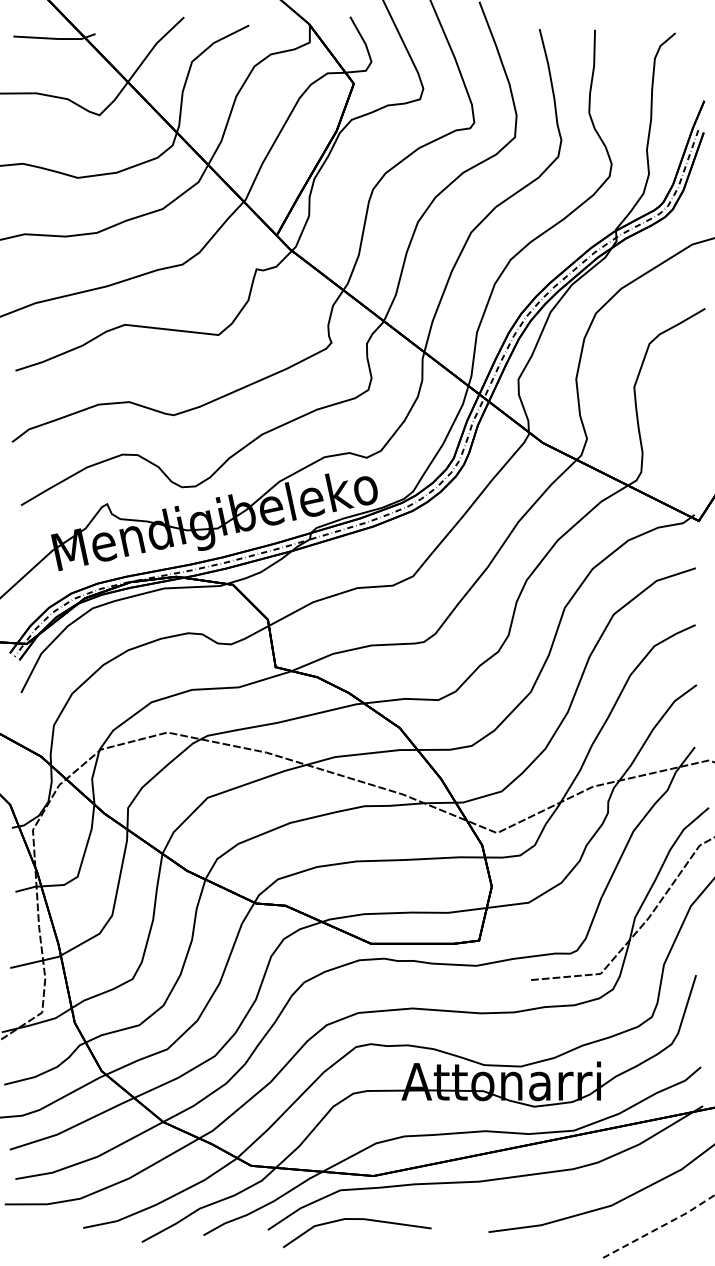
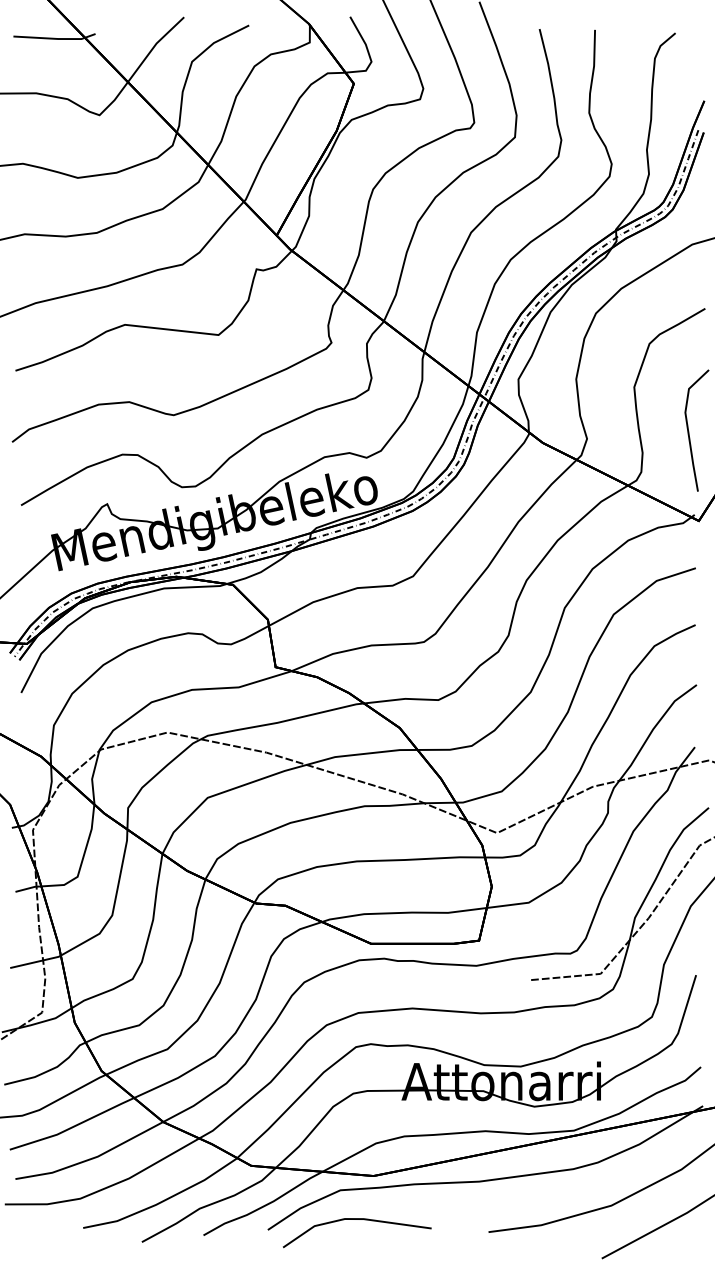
line at (689, 431): none -> present
line at (659, 1227): dashed -> solid
